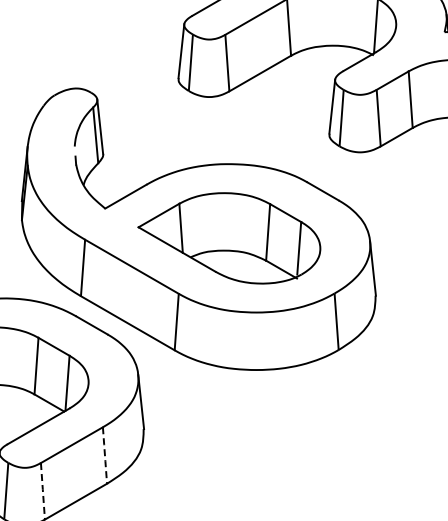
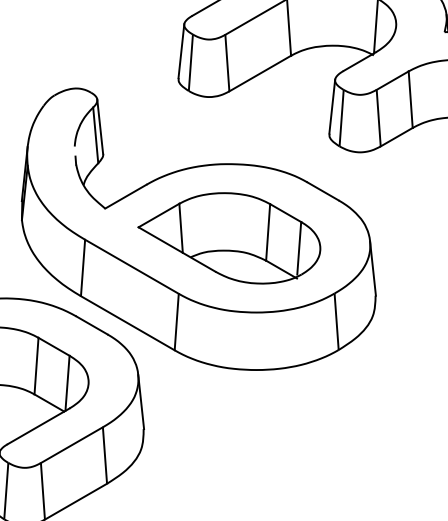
line at (105, 456): dashed -> solid
line at (42, 491): dashed -> solid
